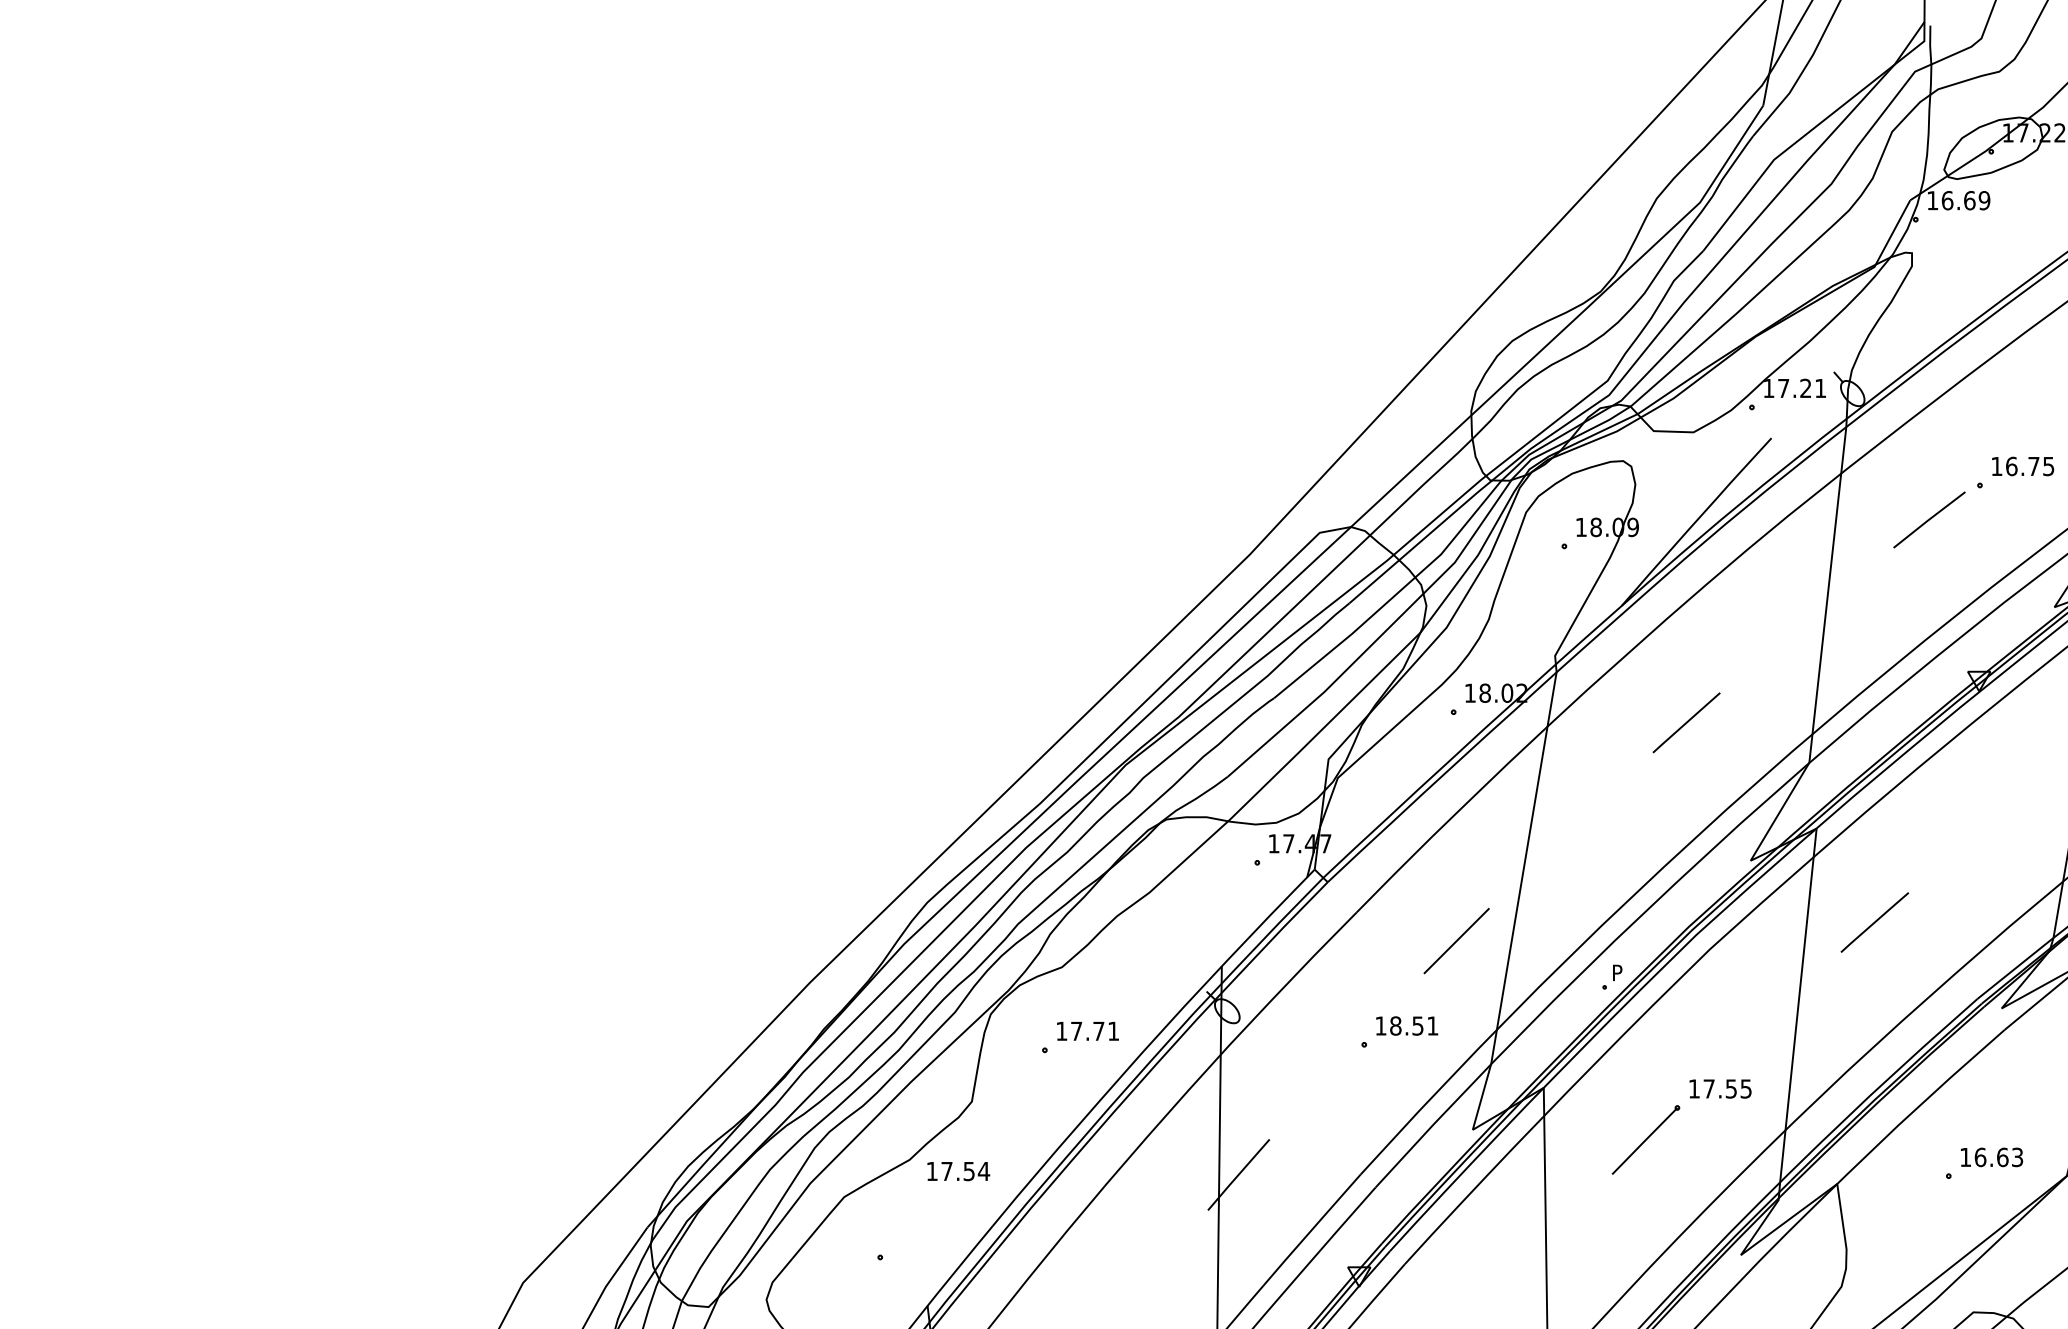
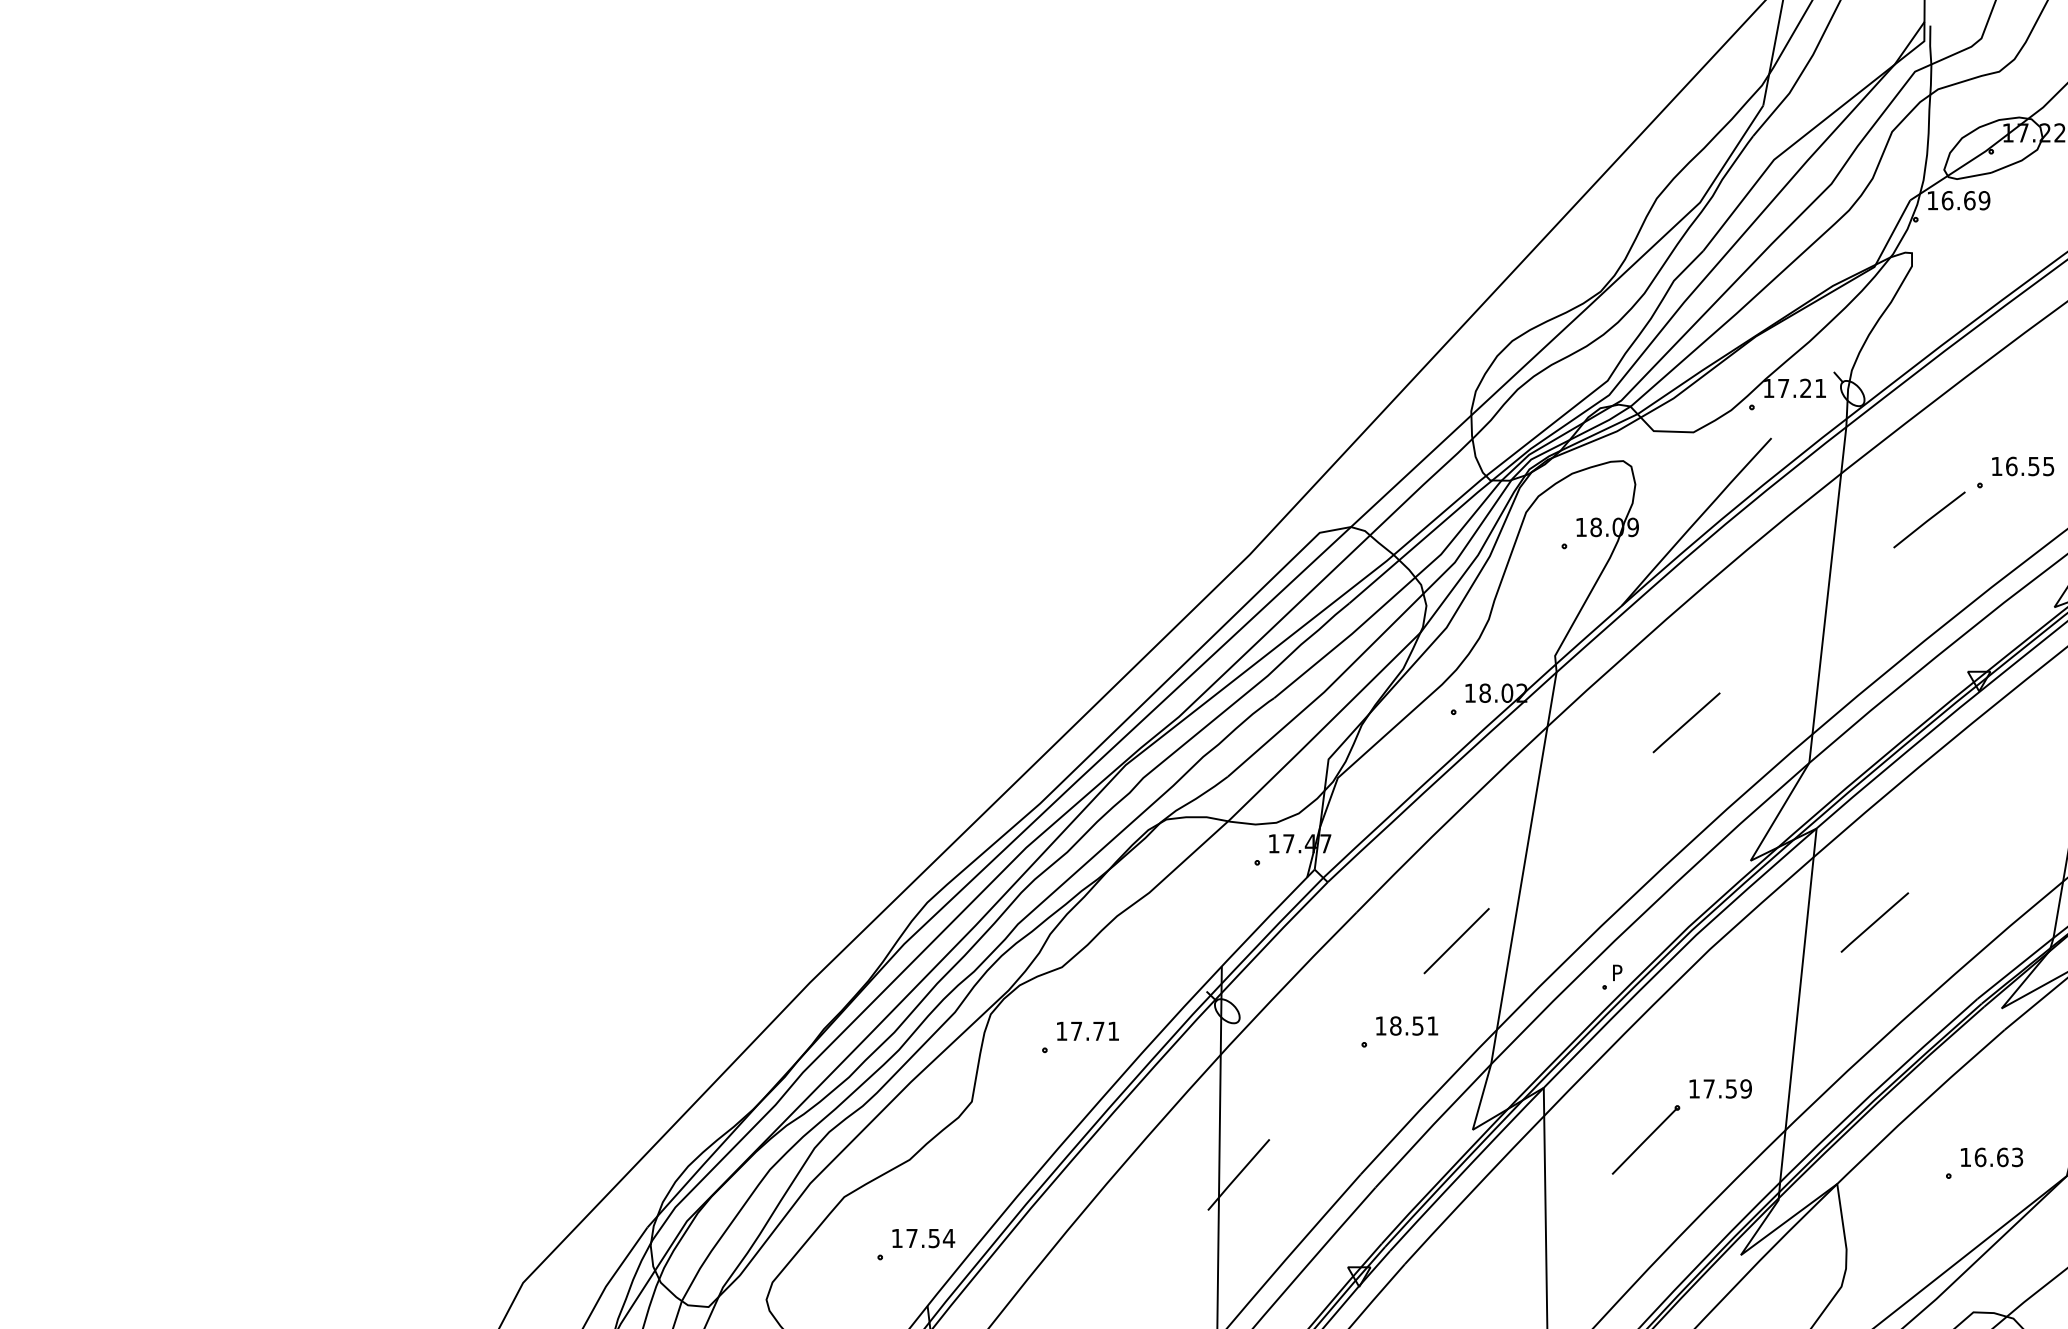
text at (2033, 466): 16.75 -> 16.55
text at (1745, 1088): 17.55 -> 17.59
text at (958, 1171) position: (958, 1171) -> (923, 1238)
